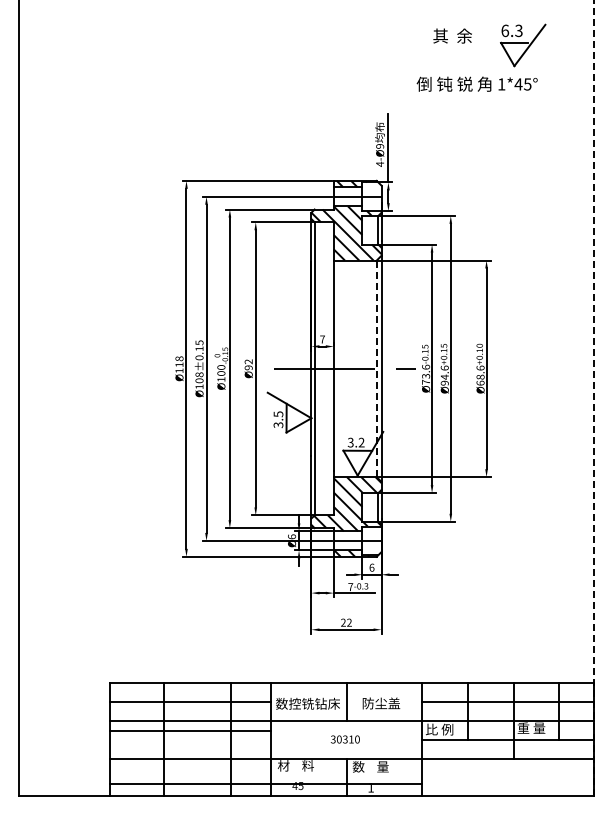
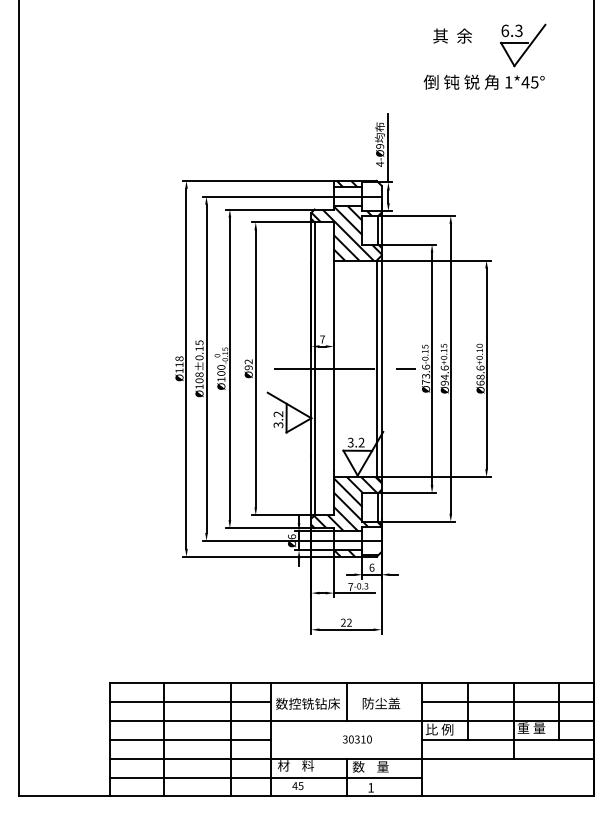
text at (476, 83) position: (476, 83) -> (483, 81)
line at (376, 369): dashed -> solid
line at (594, 398): dashed -> solid
text at (278, 414): 3.5 -> 3.2
line at (190, 730) position: (190, 730) -> (190, 739)
text at (344, 739) position: (344, 739) -> (356, 739)
line at (265, 783) position: (265, 783) -> (265, 777)
